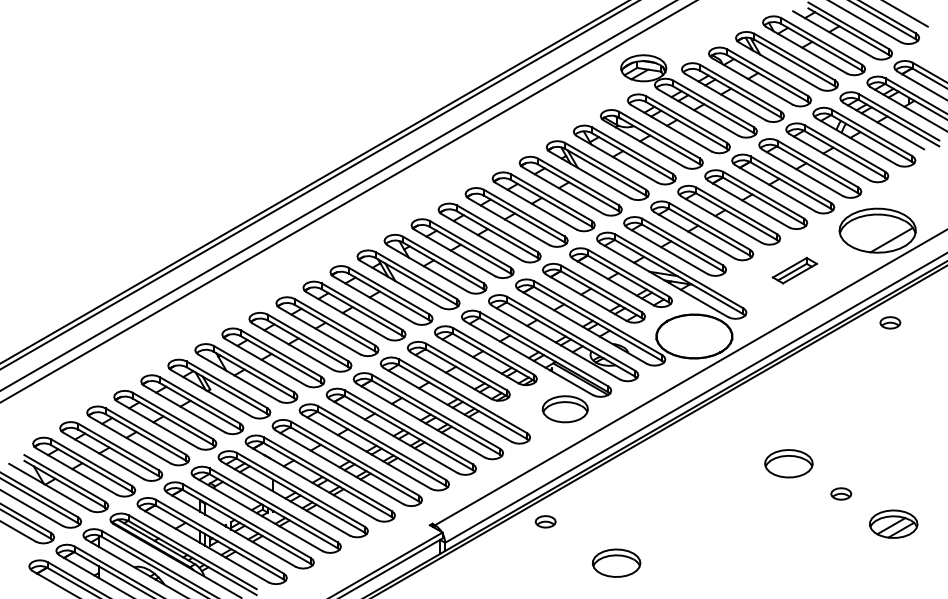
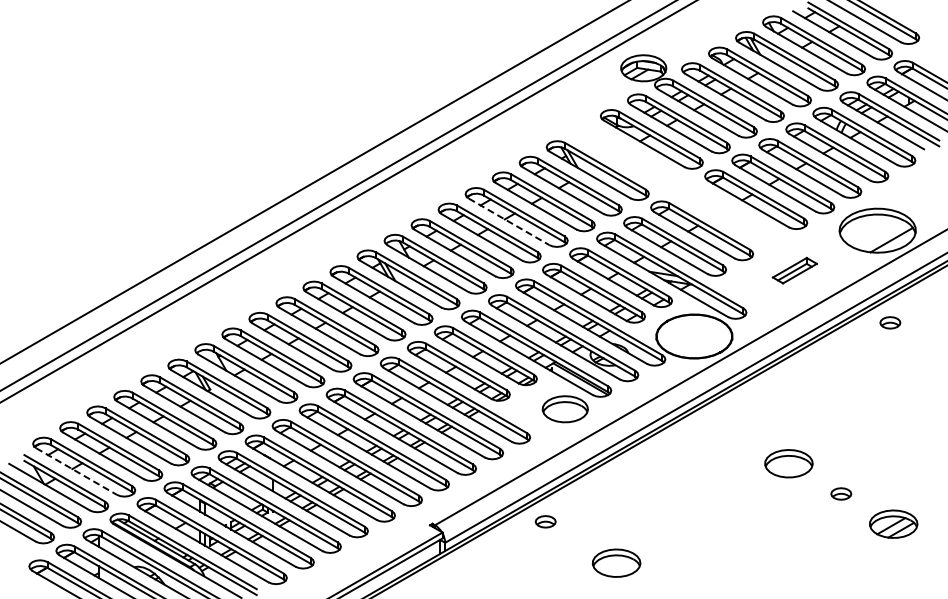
line at (906, 14): present -> none
part at (676, 184): present -> none
line at (319, 185): present -> none
line at (509, 221): solid -> dashed
line at (76, 471): solid -> dashed
